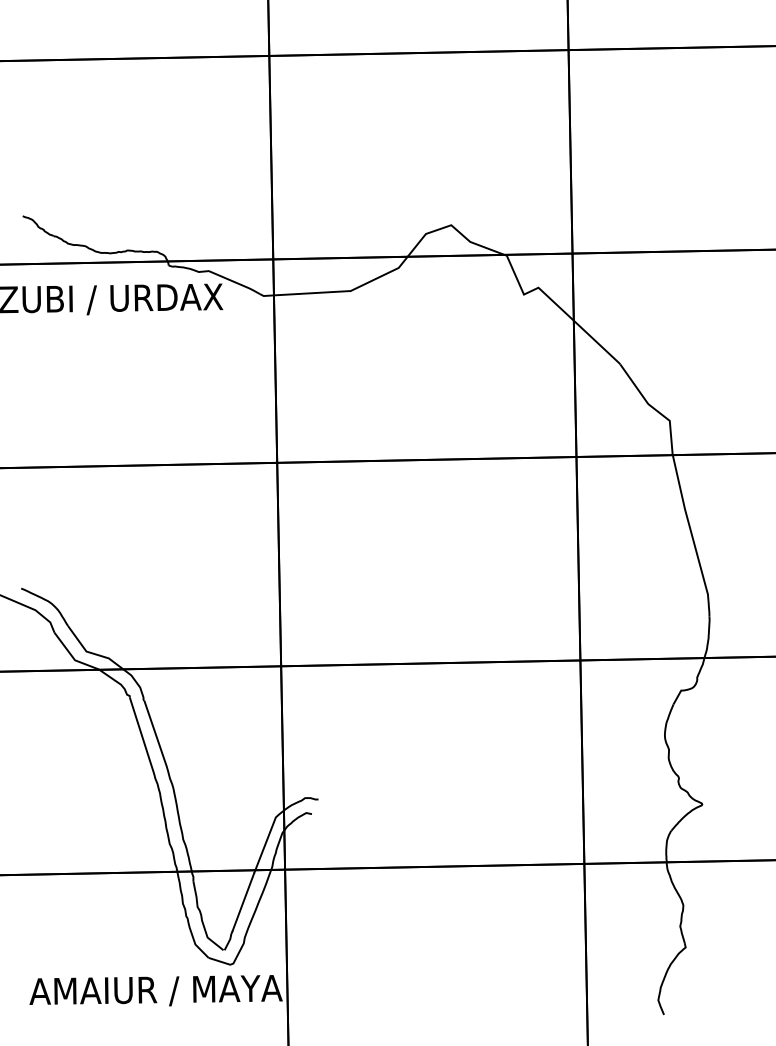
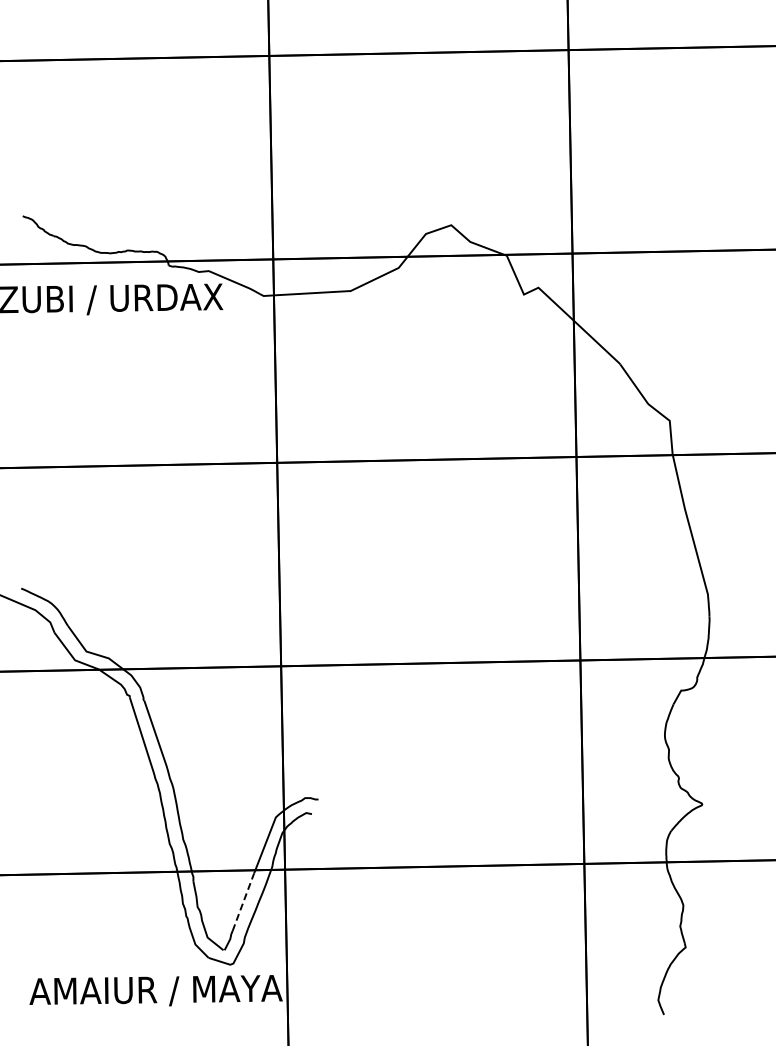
line at (243, 902): solid -> dashed
